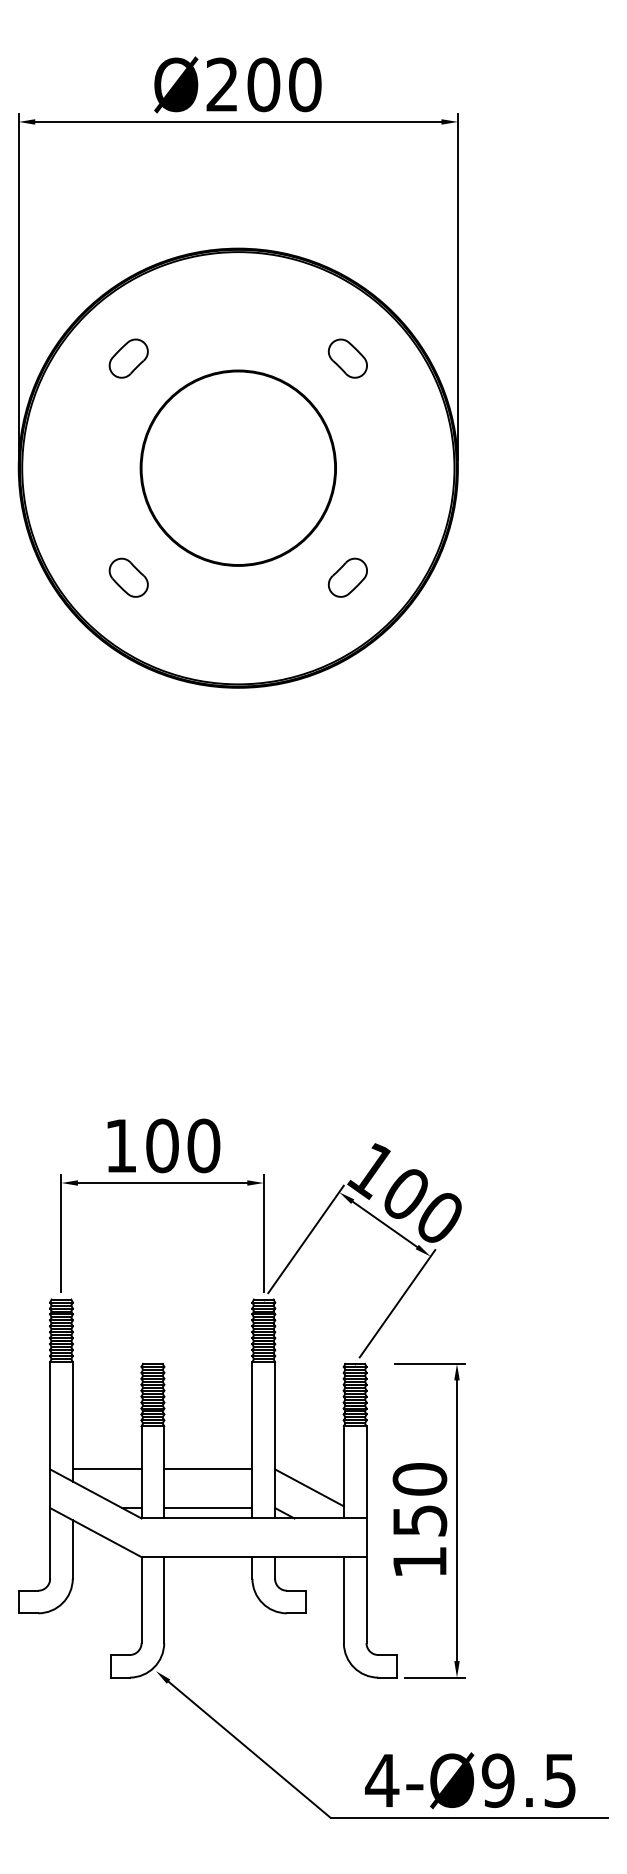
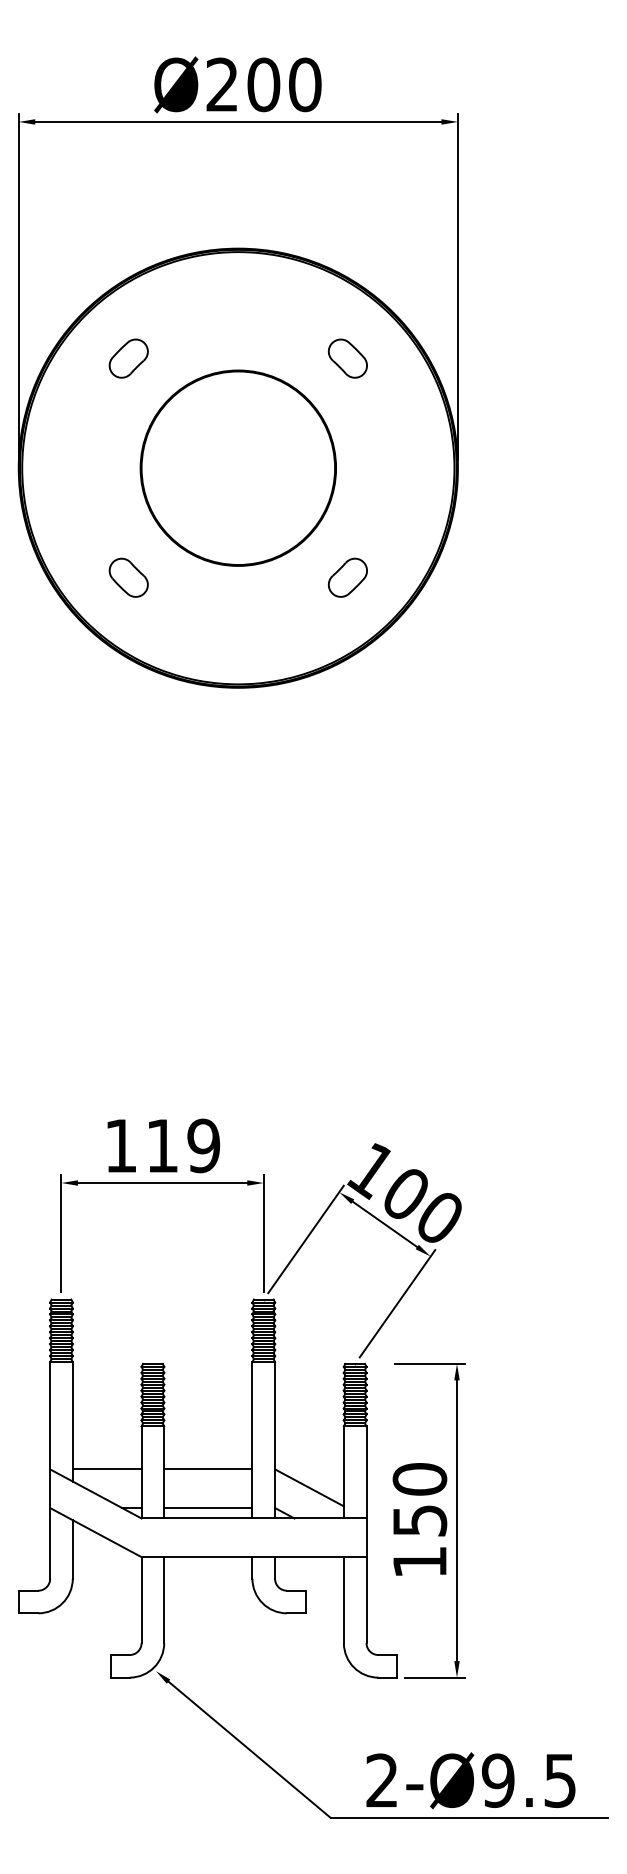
text at (183, 1145): 100 -> 119
text at (382, 1779): 4-Ø9.5 -> 2-Ø9.5
